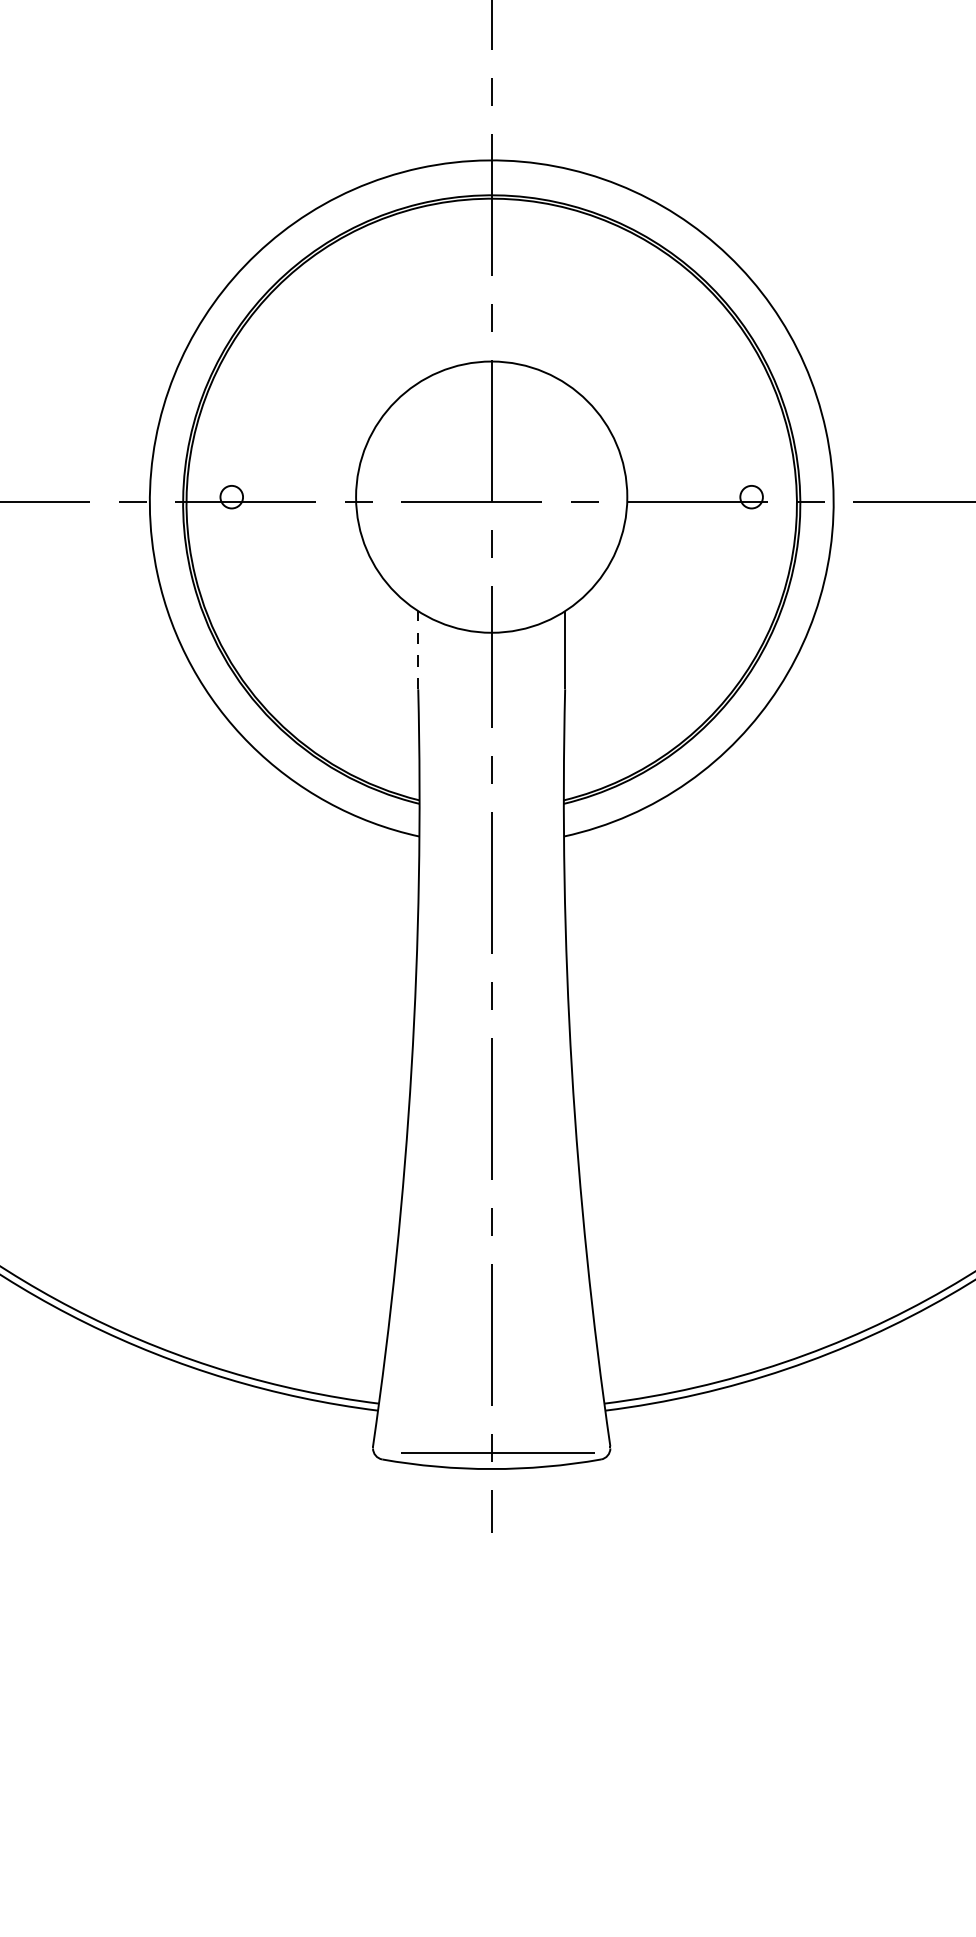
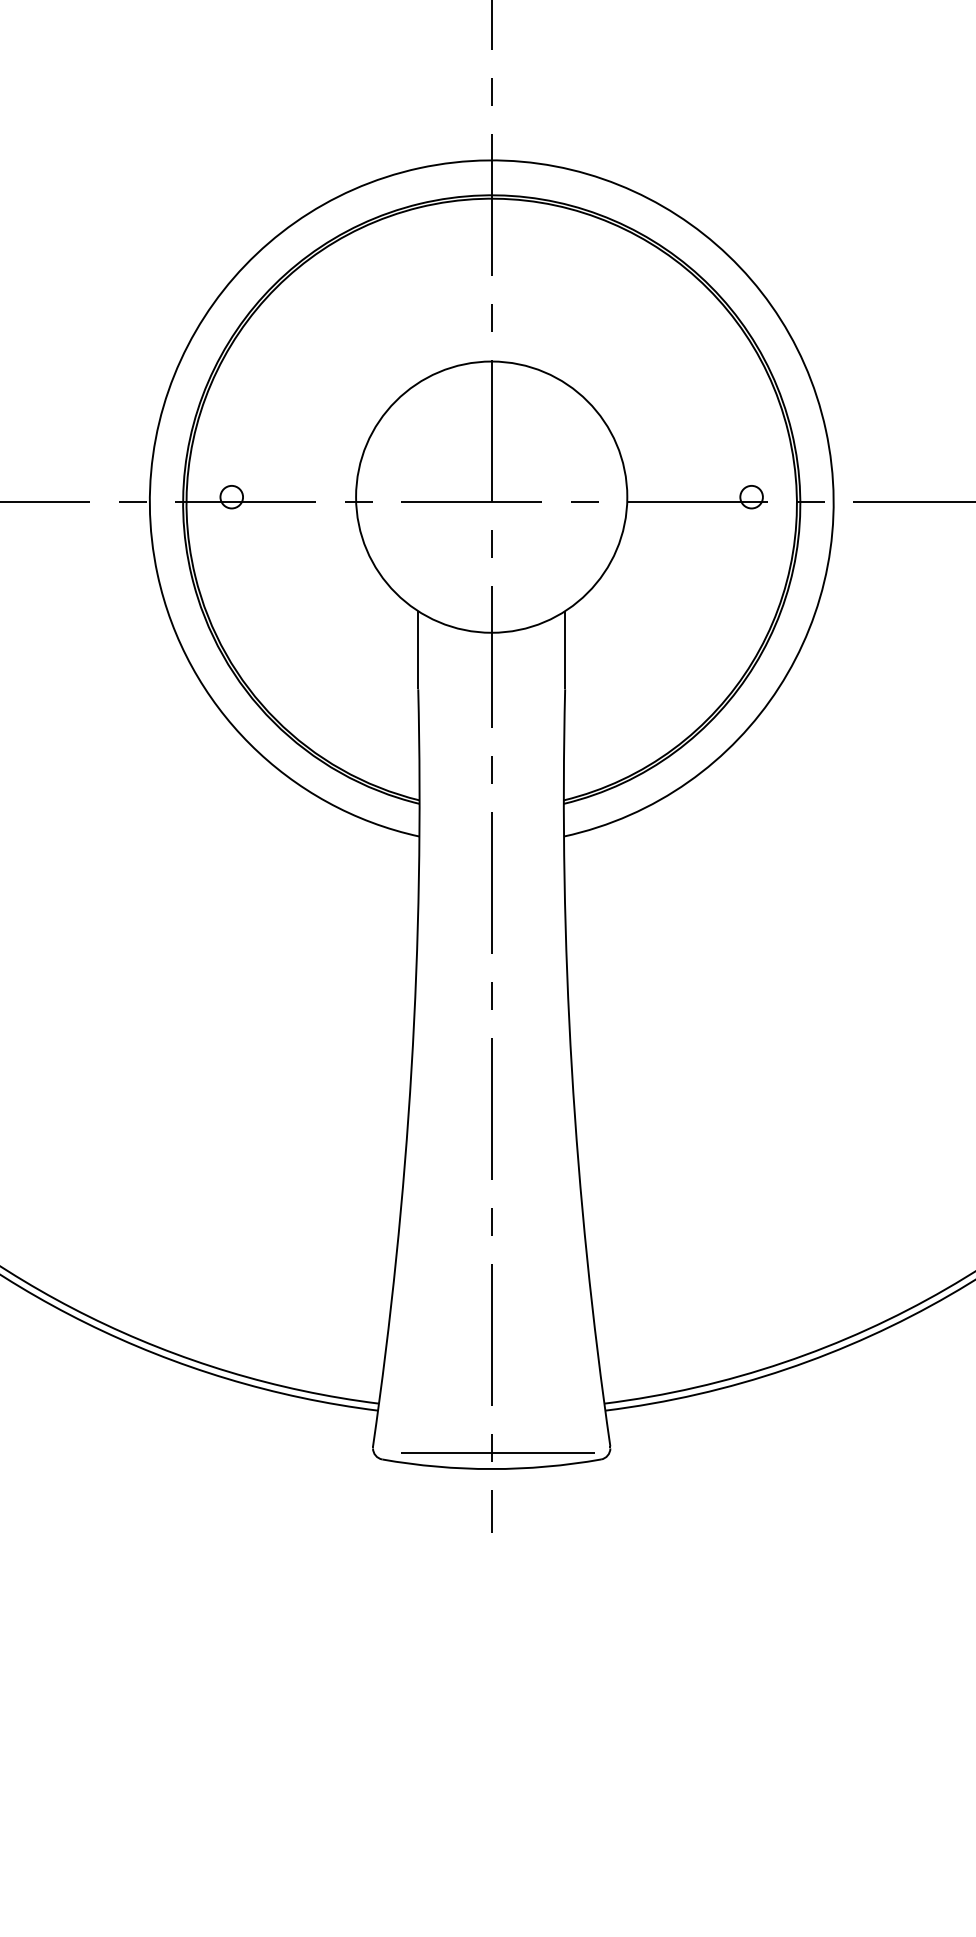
line at (418, 649): dashed -> solid
